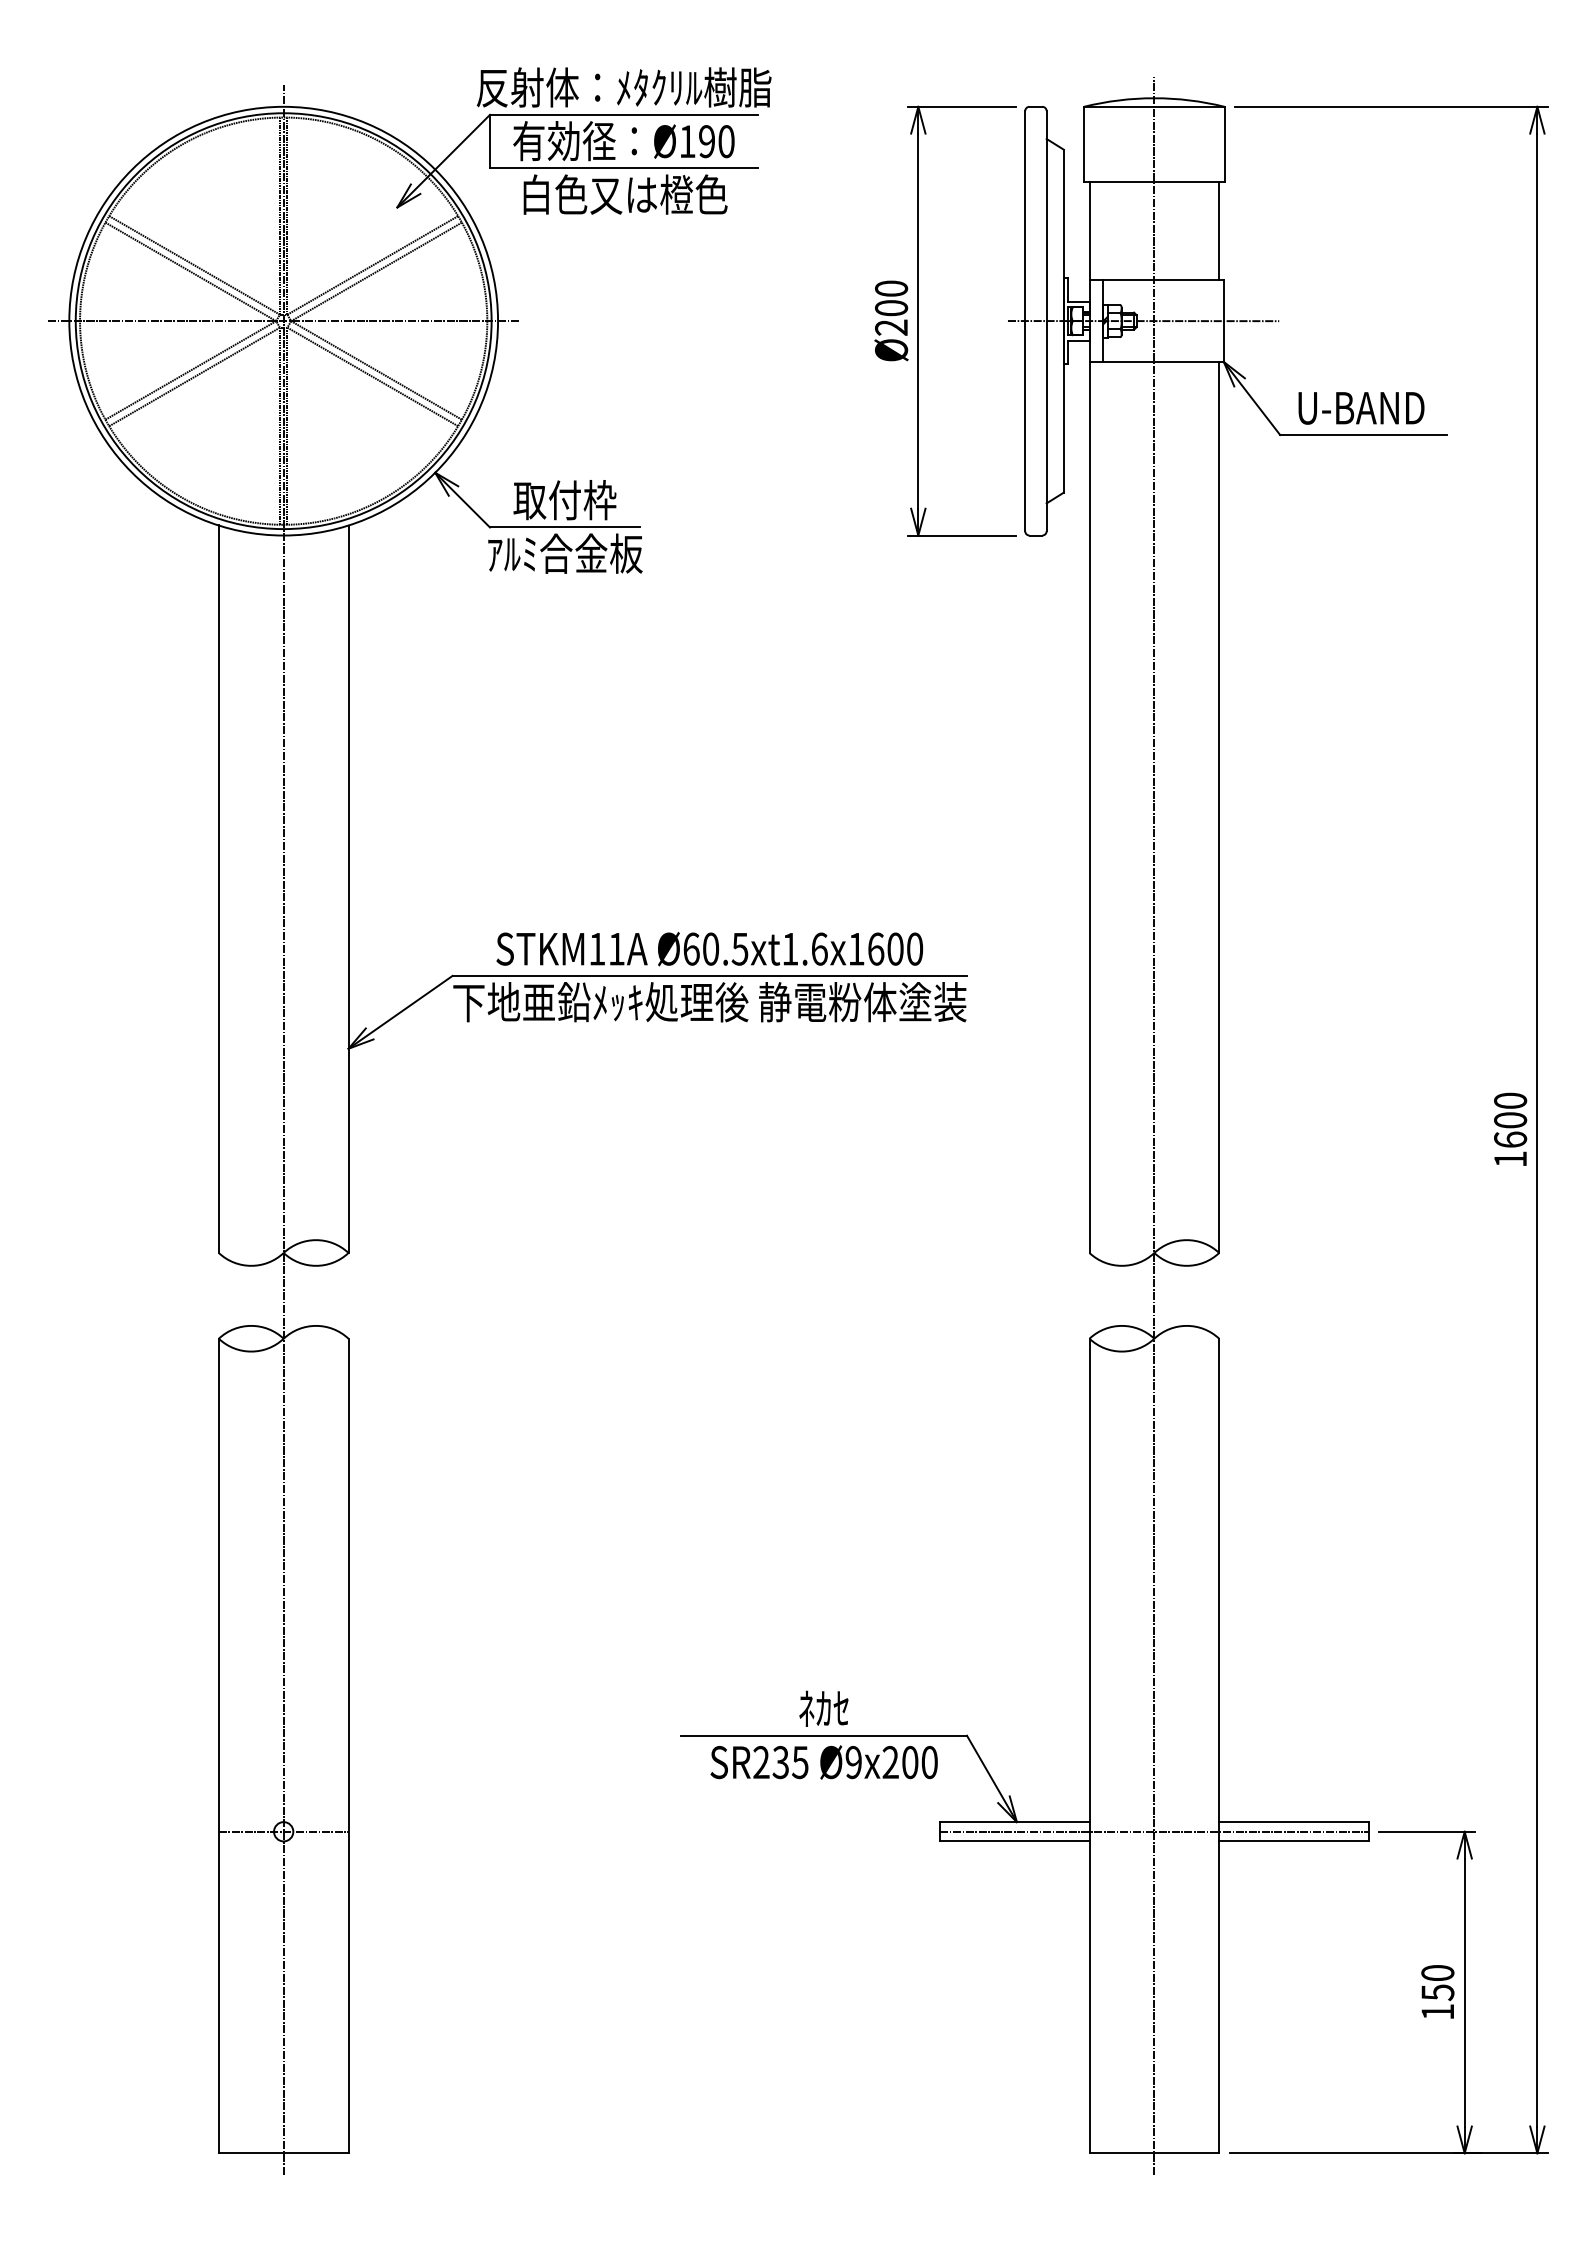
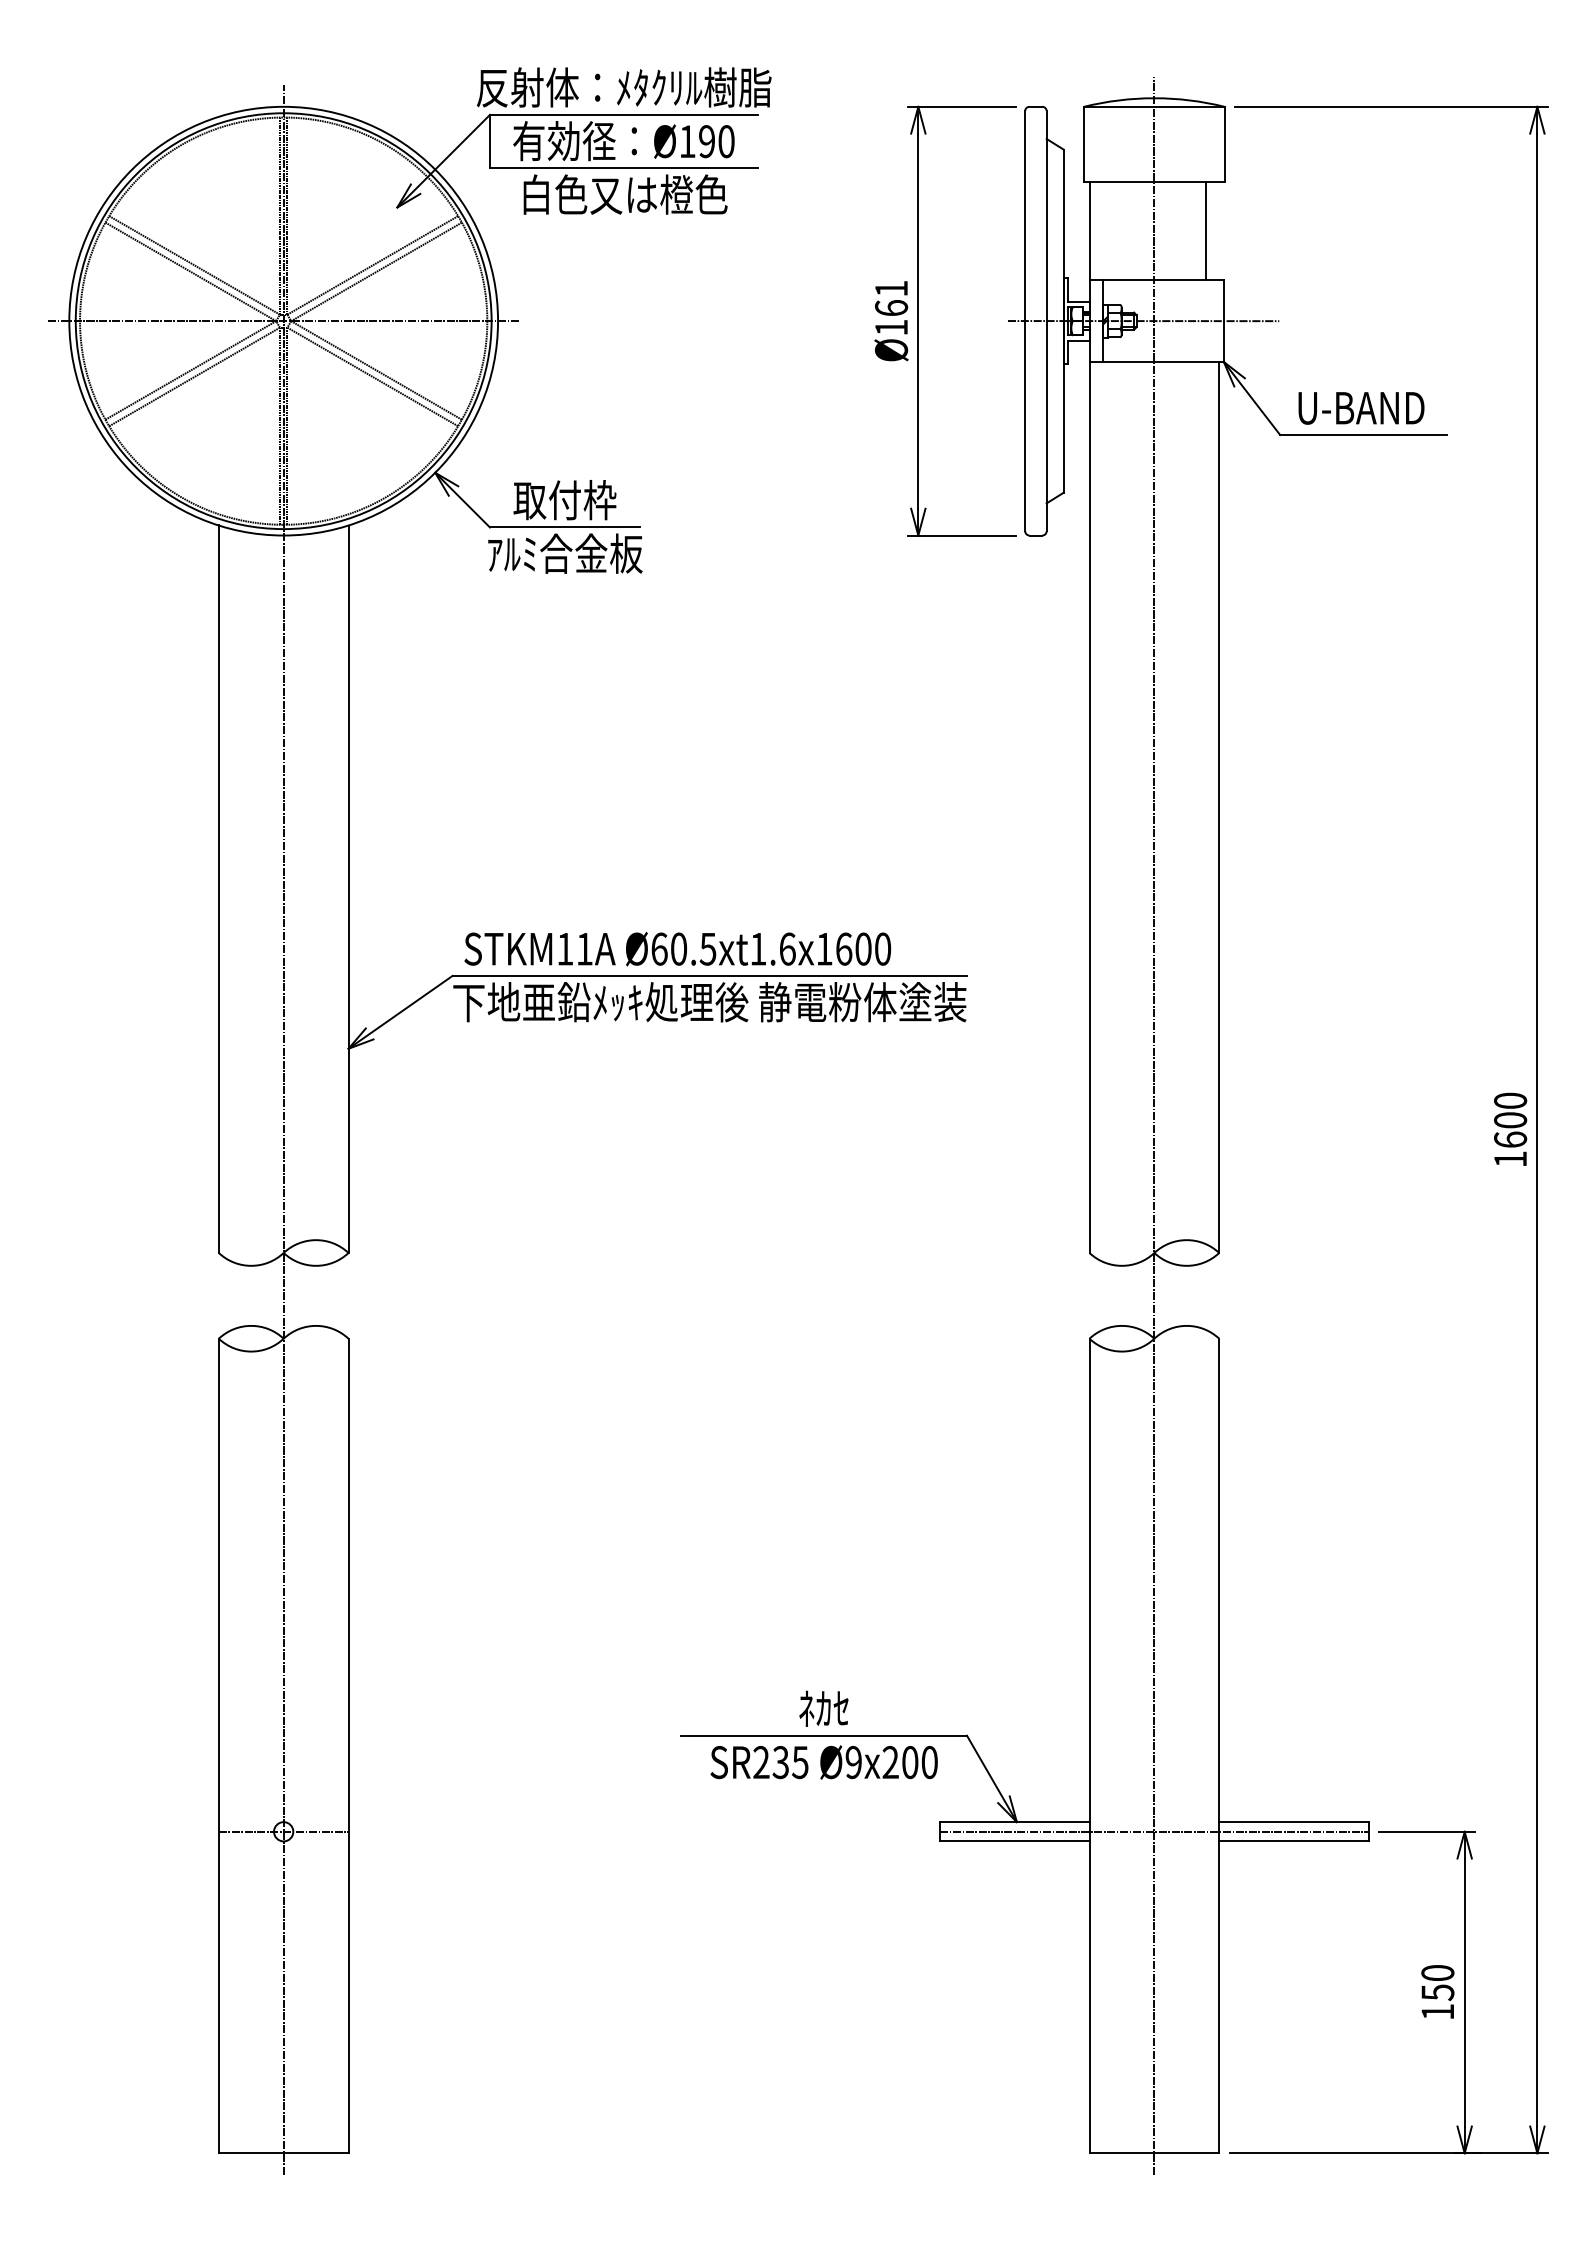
line at (1219, 230) position: (1219, 230) -> (1206, 230)
text at (891, 307): Ø200 -> Ø161
text at (709, 948) position: (709, 948) -> (677, 948)
